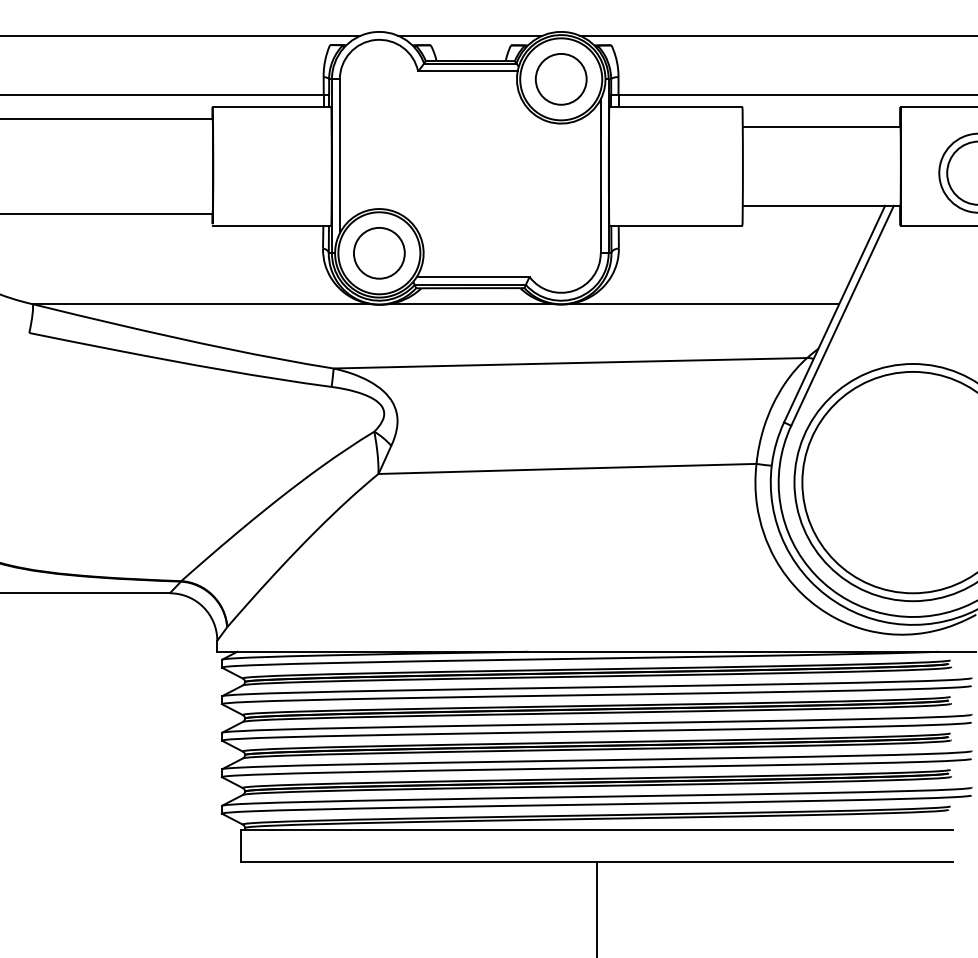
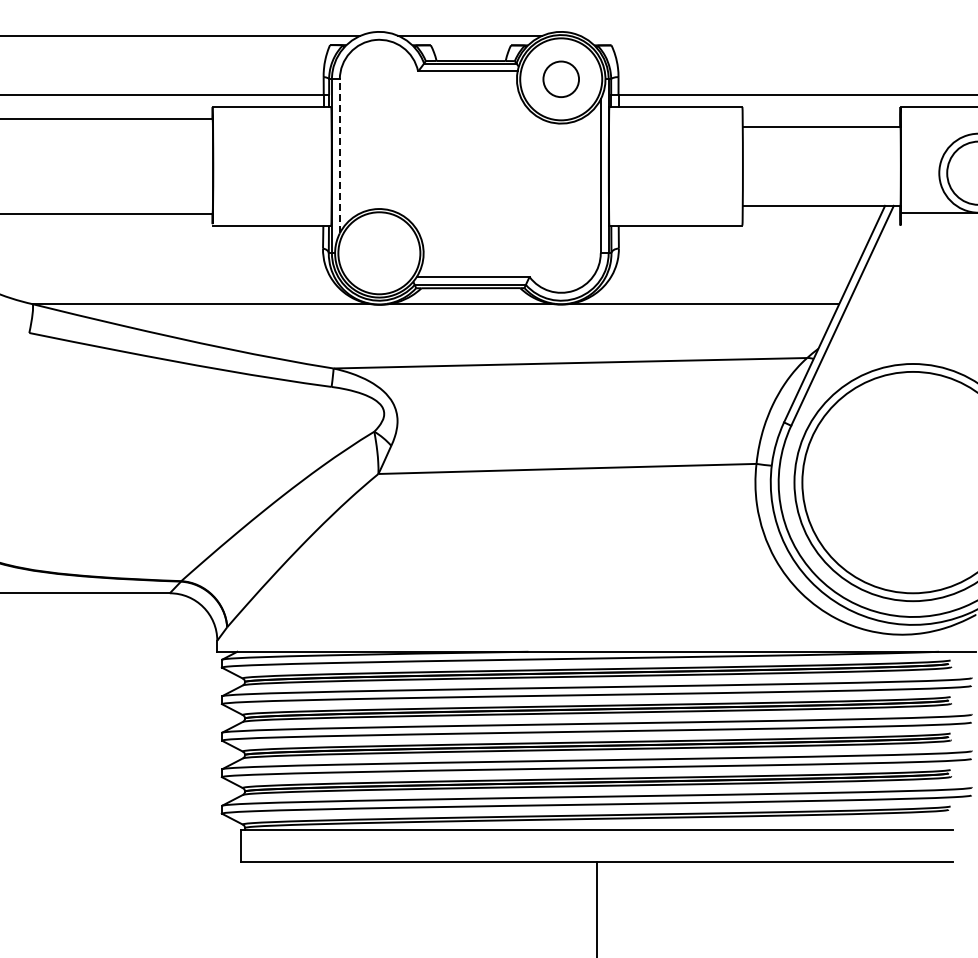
line at (777, 35): present -> none
circle at (560, 78) diameter: 51 px -> 36 px
line at (339, 155): solid -> dashed
line at (937, 225) position: (937, 225) -> (937, 212)
circle at (379, 253): present -> none
